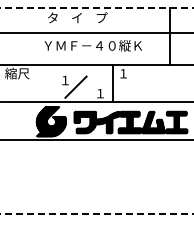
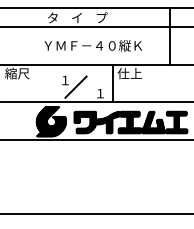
line at (96, 8): dashed -> solid
line at (96, 33) position: (96, 33) -> (96, 27)
text at (129, 73): １ -> 仕上
line at (96, 214): dashed -> solid
